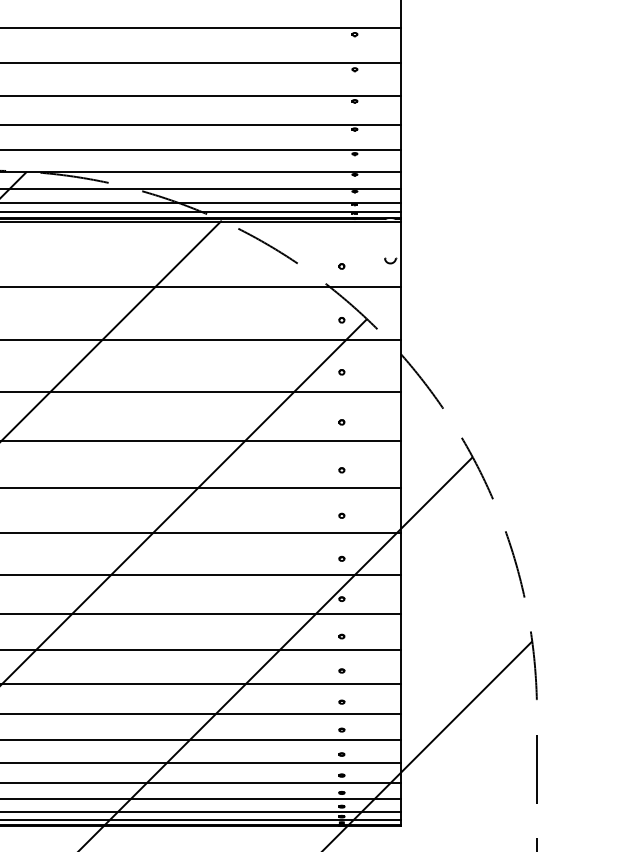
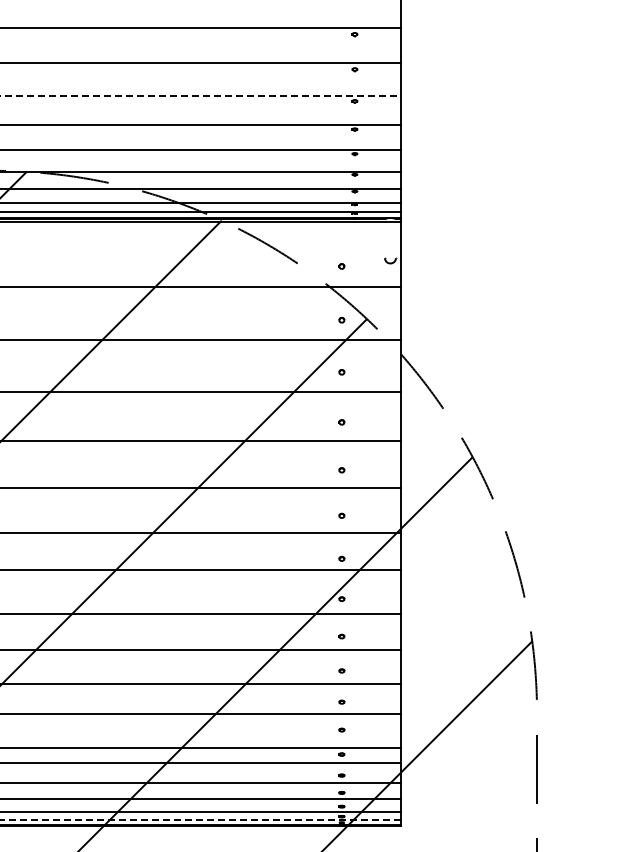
line at (201, 95): solid -> dashed
line at (201, 574) position: (201, 574) -> (201, 569)
line at (201, 740) position: (201, 740) -> (201, 748)
line at (200, 820): solid -> dashed
